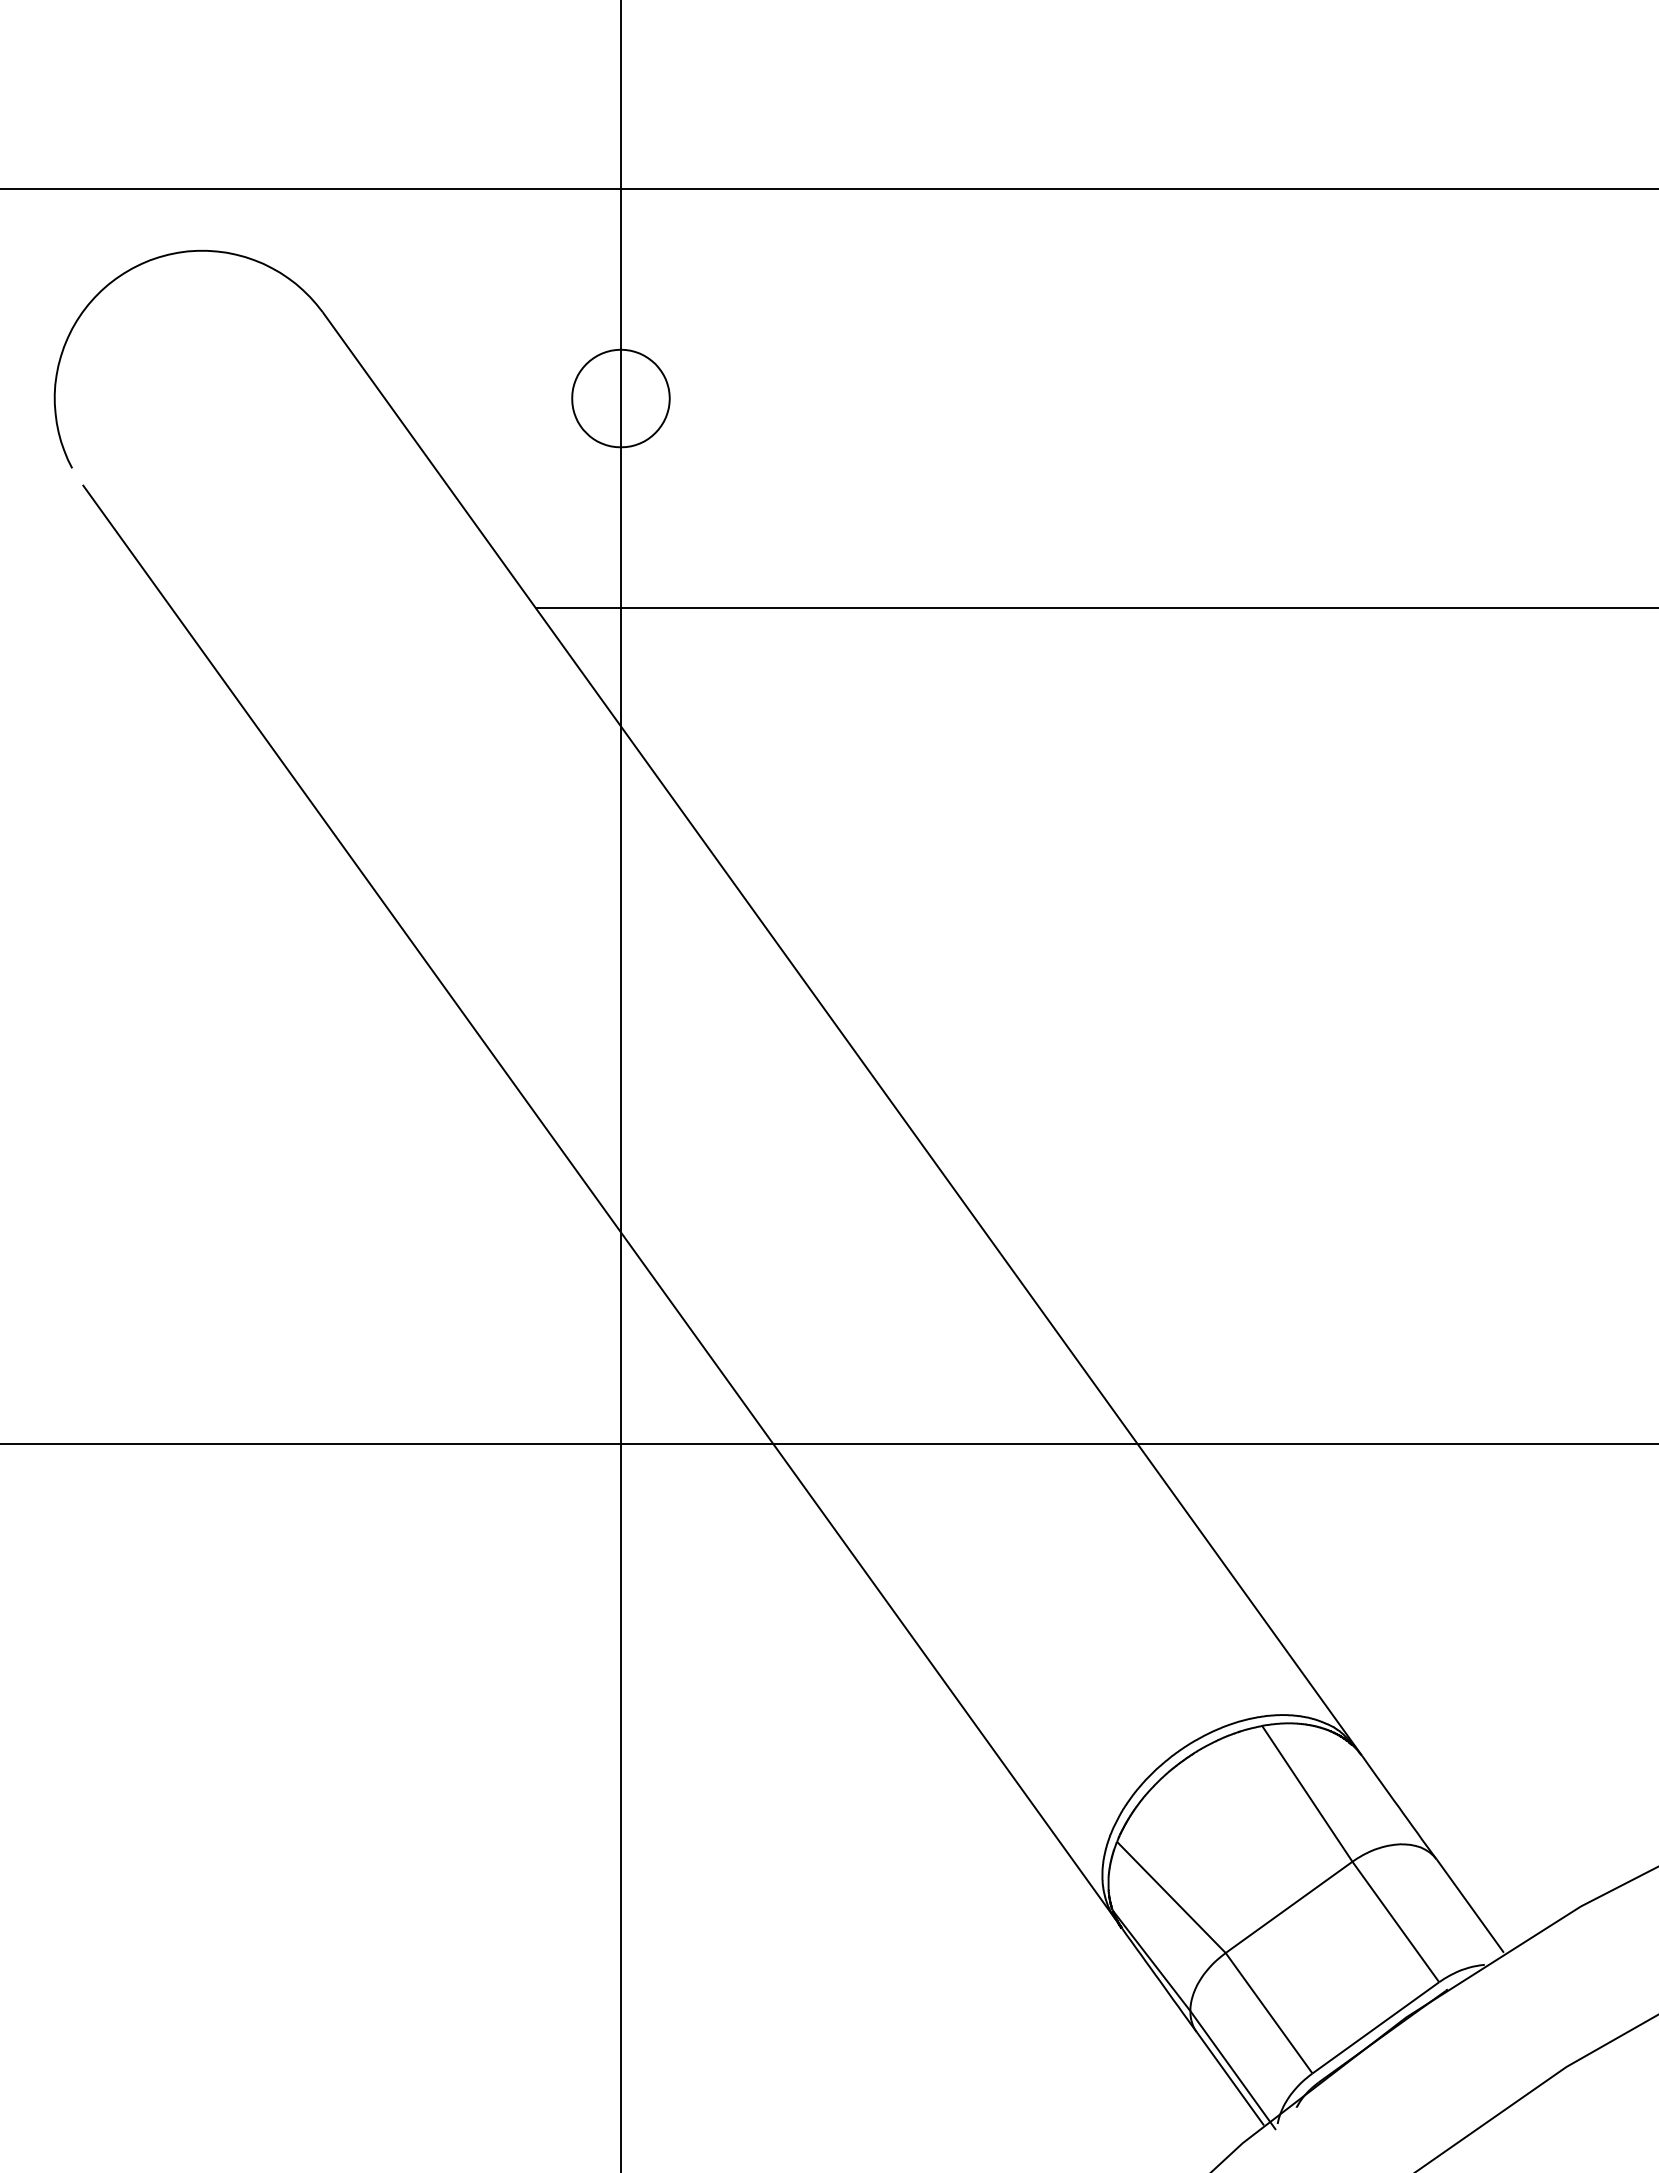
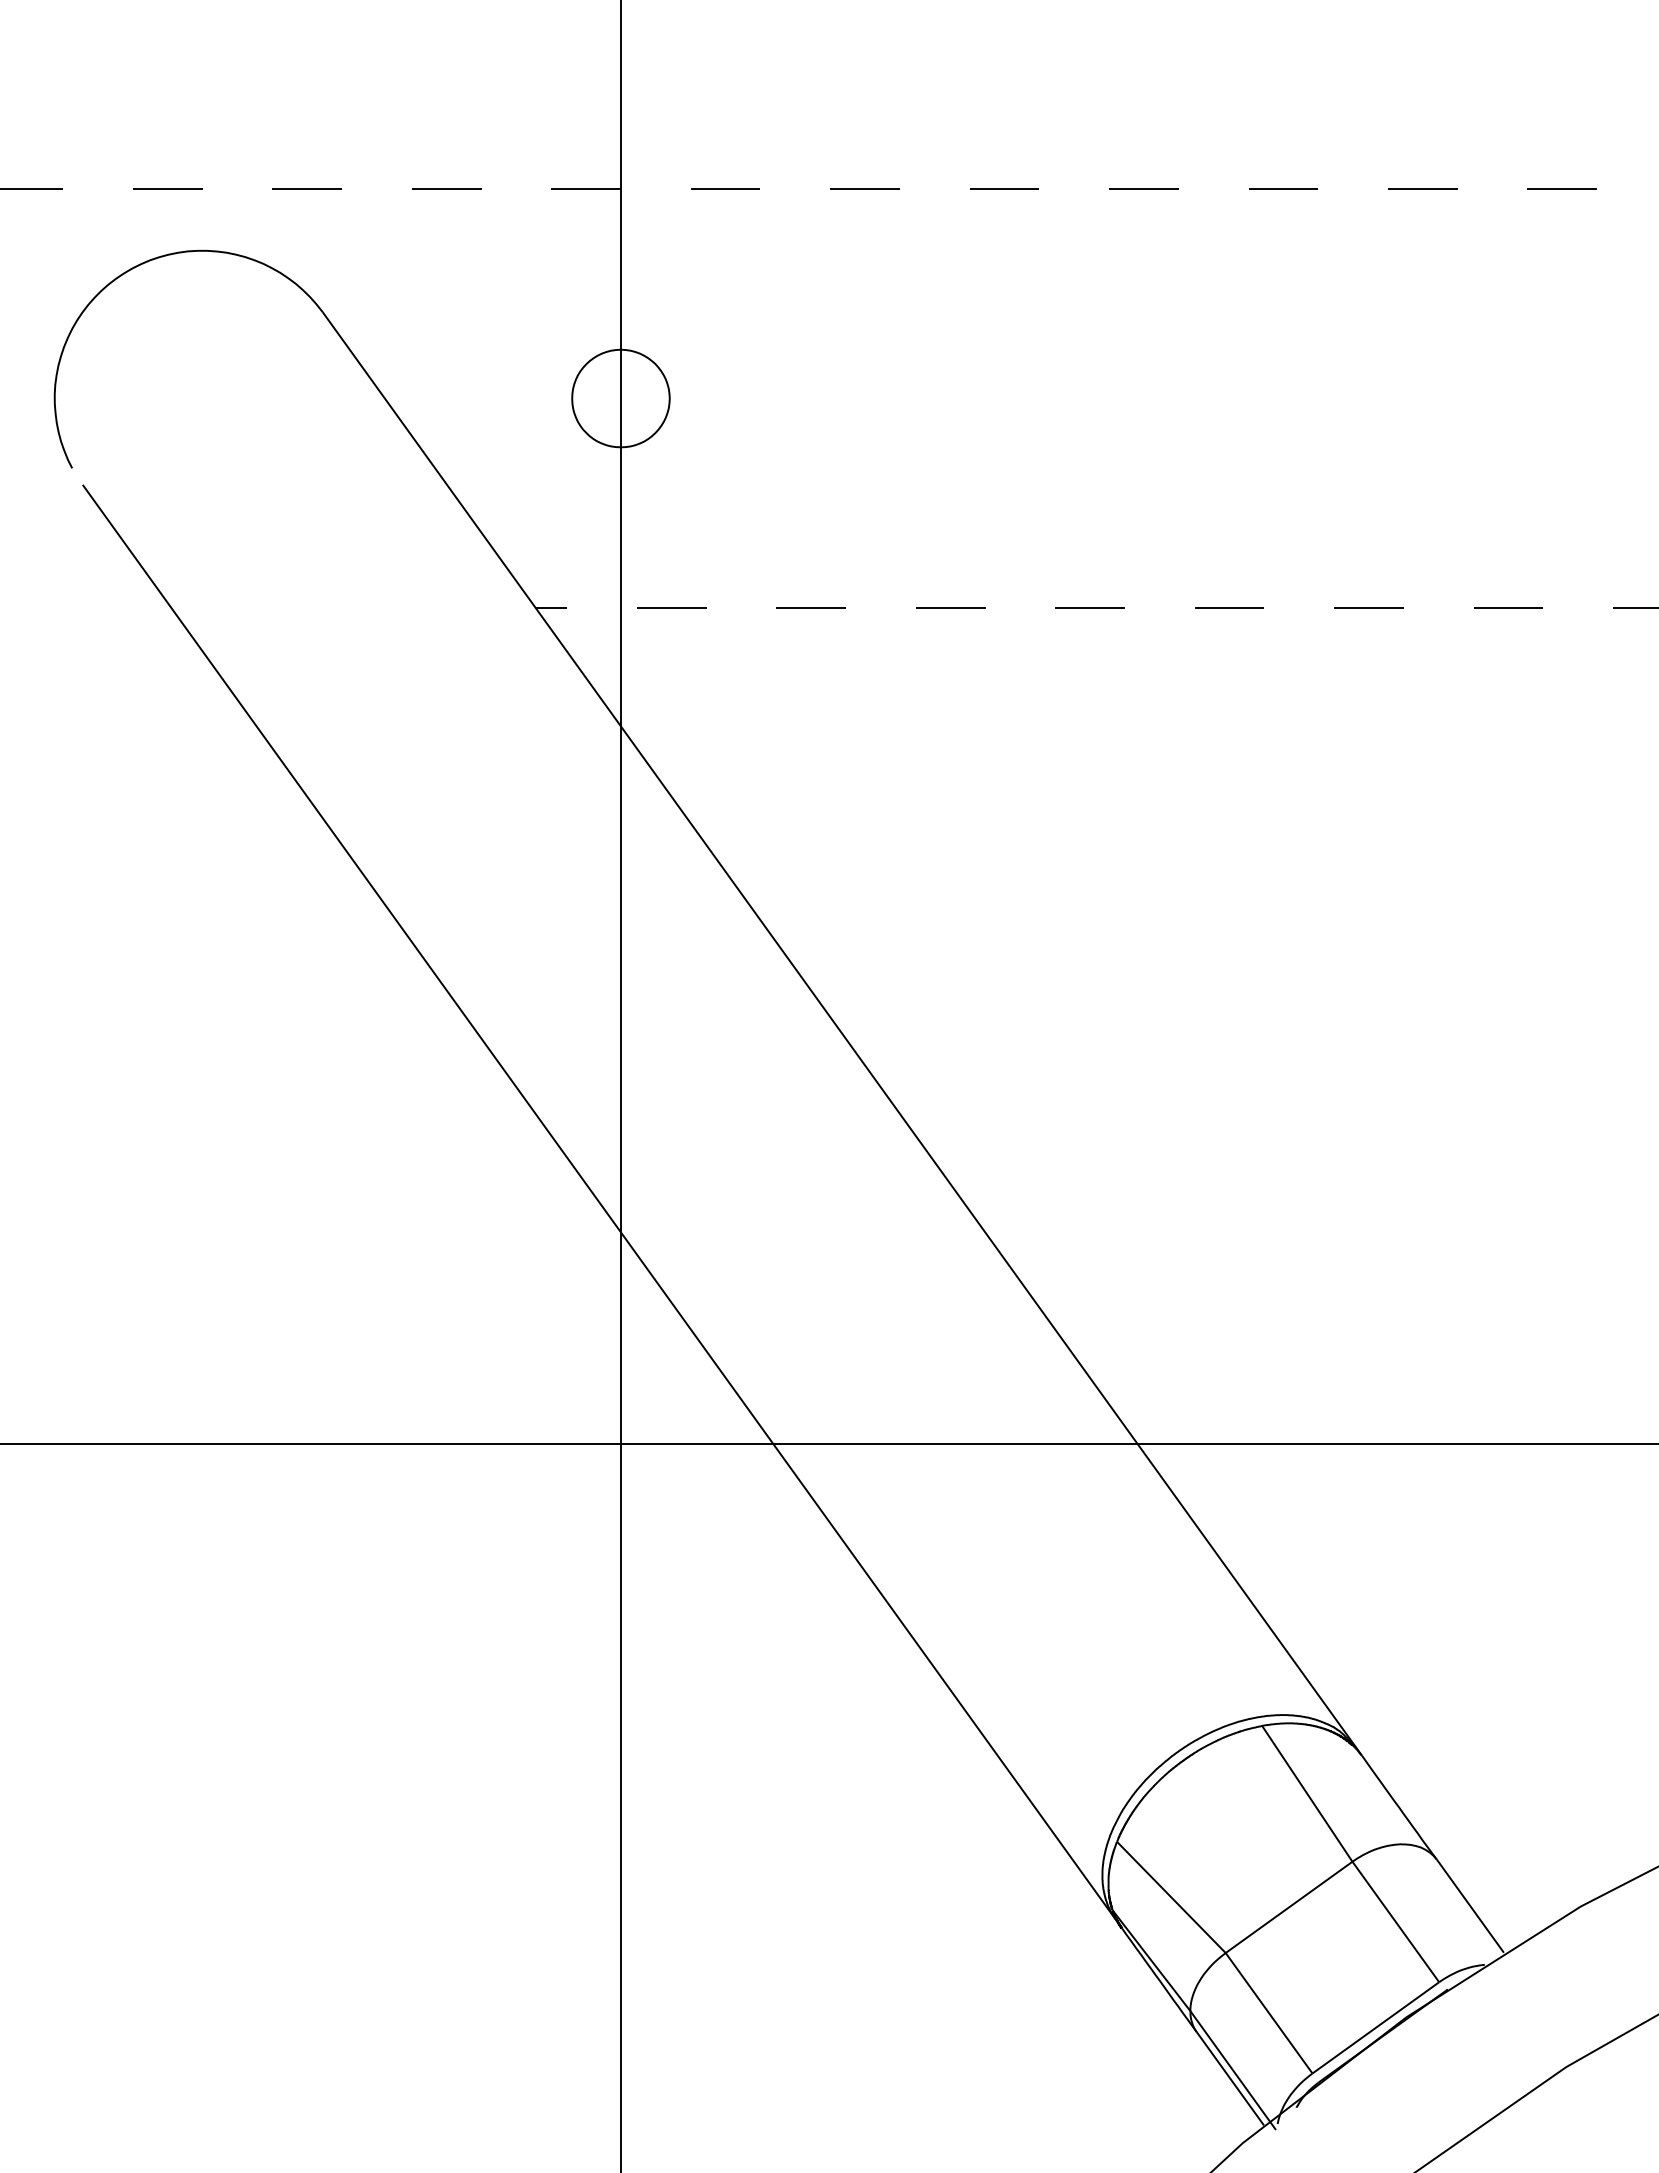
line at (829, 189): solid -> dashed
line at (1096, 607): solid -> dashed
